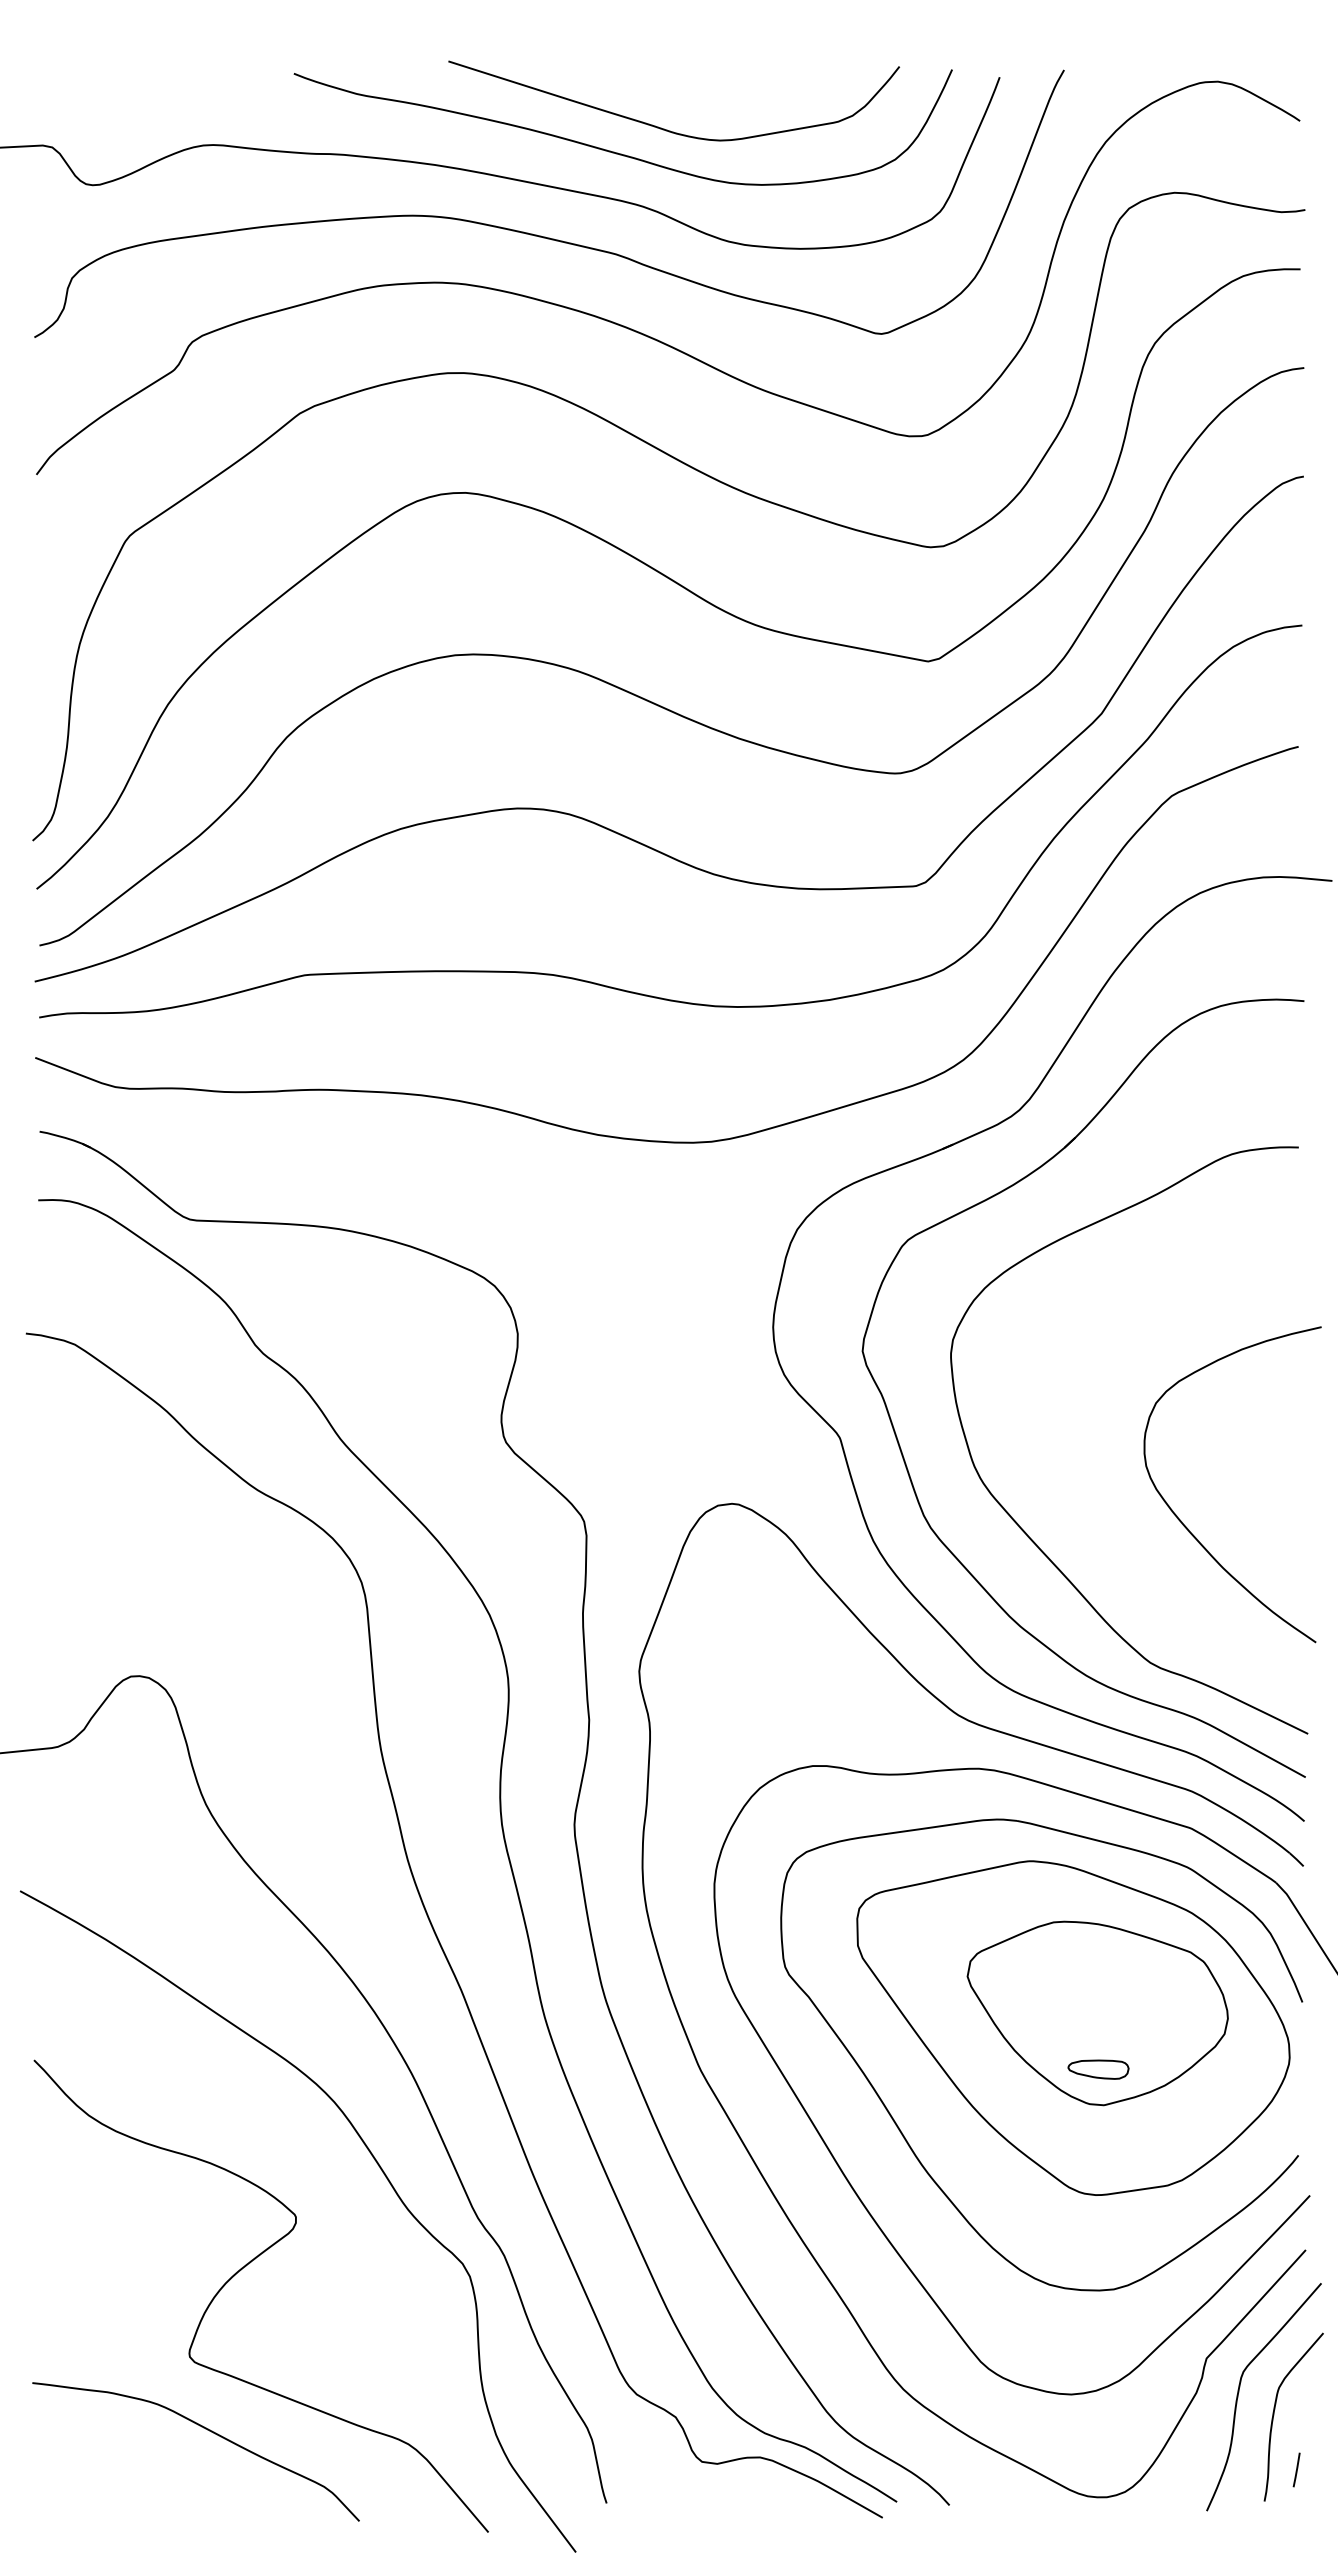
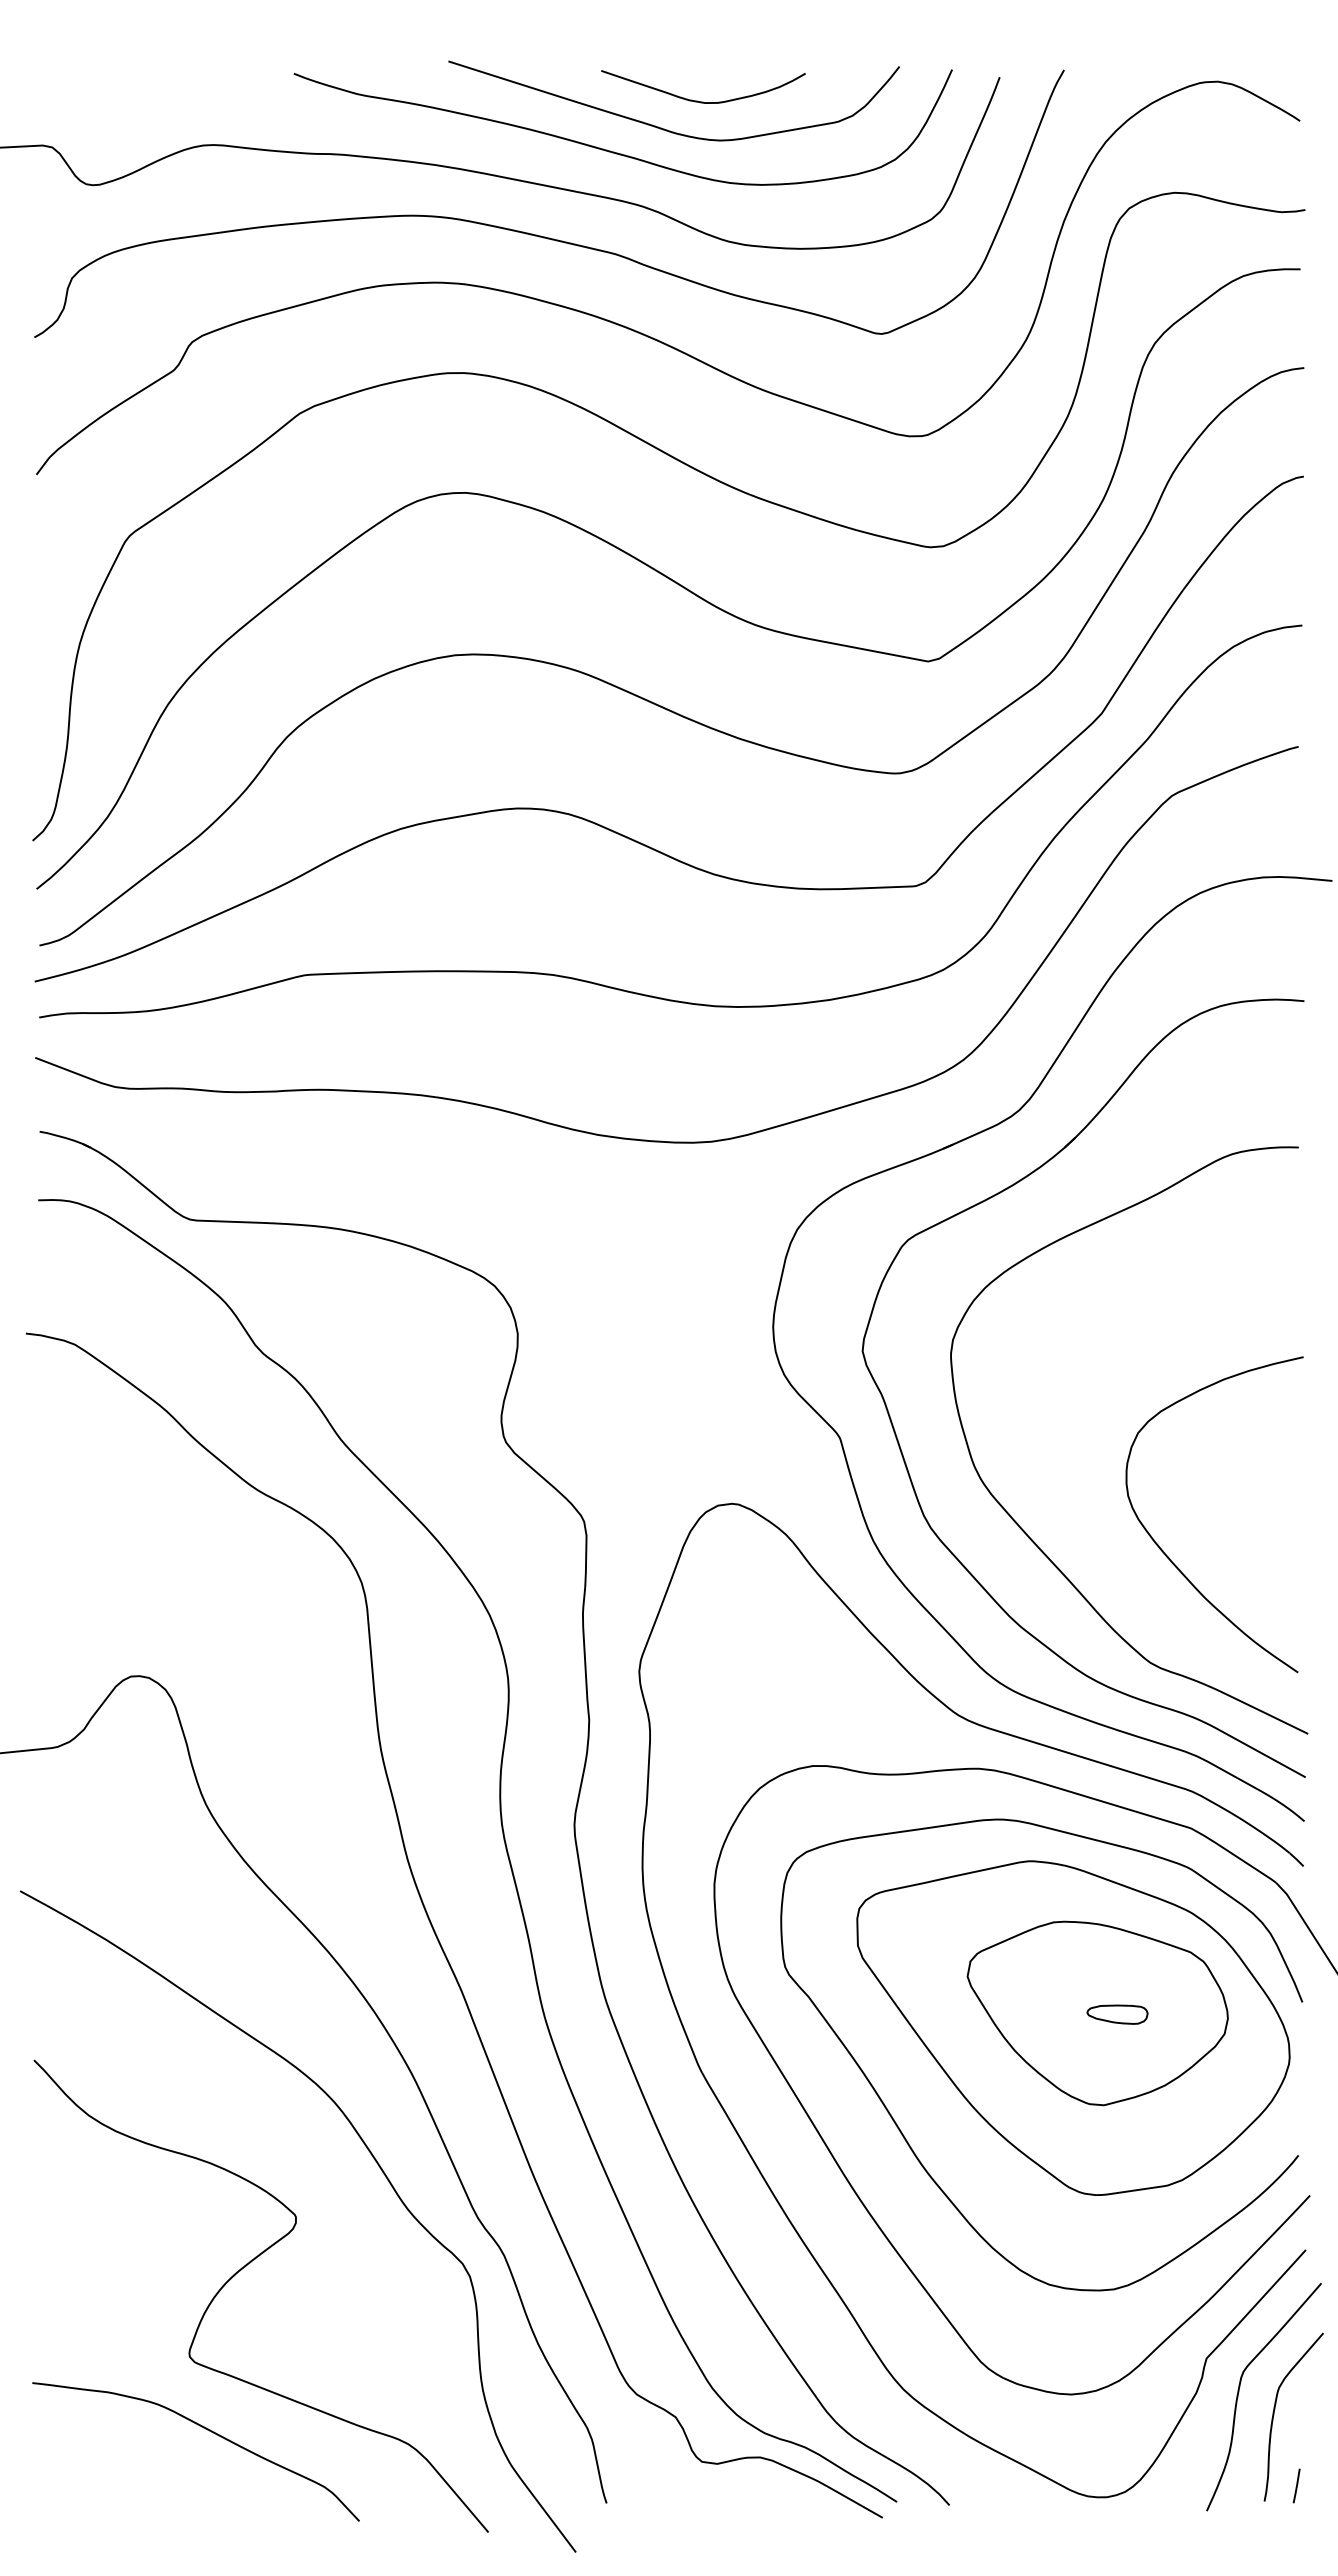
curve at (703, 101): none -> present
curve at (1188, 1528) position: (1188, 1528) -> (1170, 1558)
part at (1098, 2069) position: (1098, 2069) -> (1117, 2014)
line at (1296, 2469) position: (1296, 2469) -> (1296, 2485)
